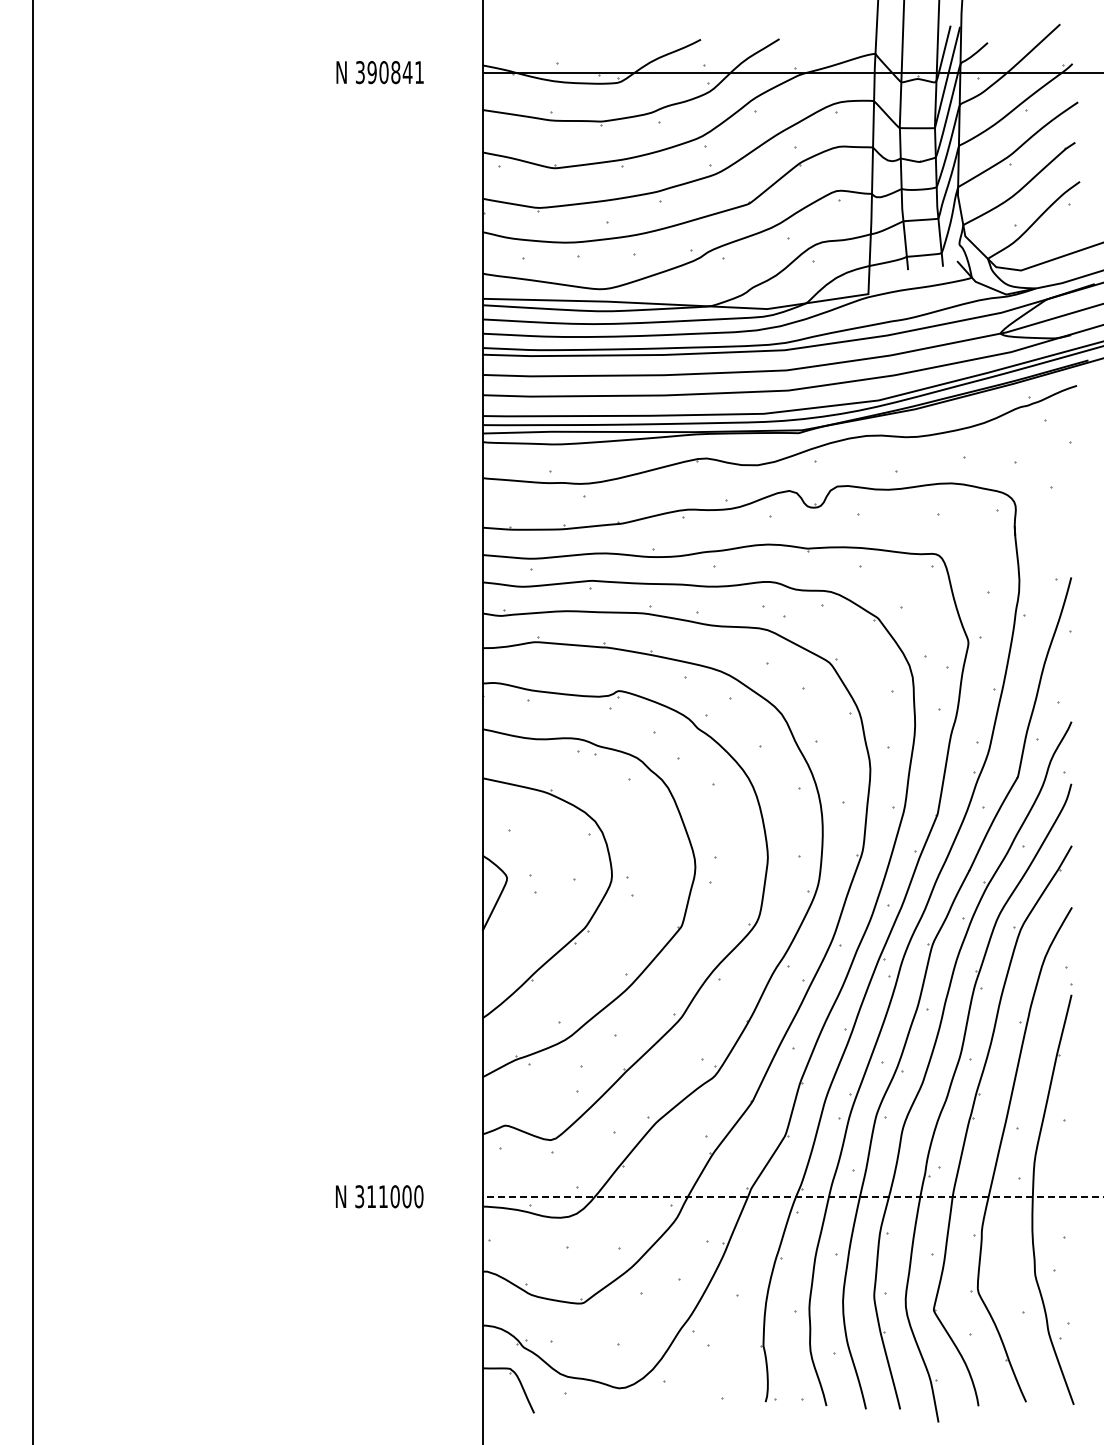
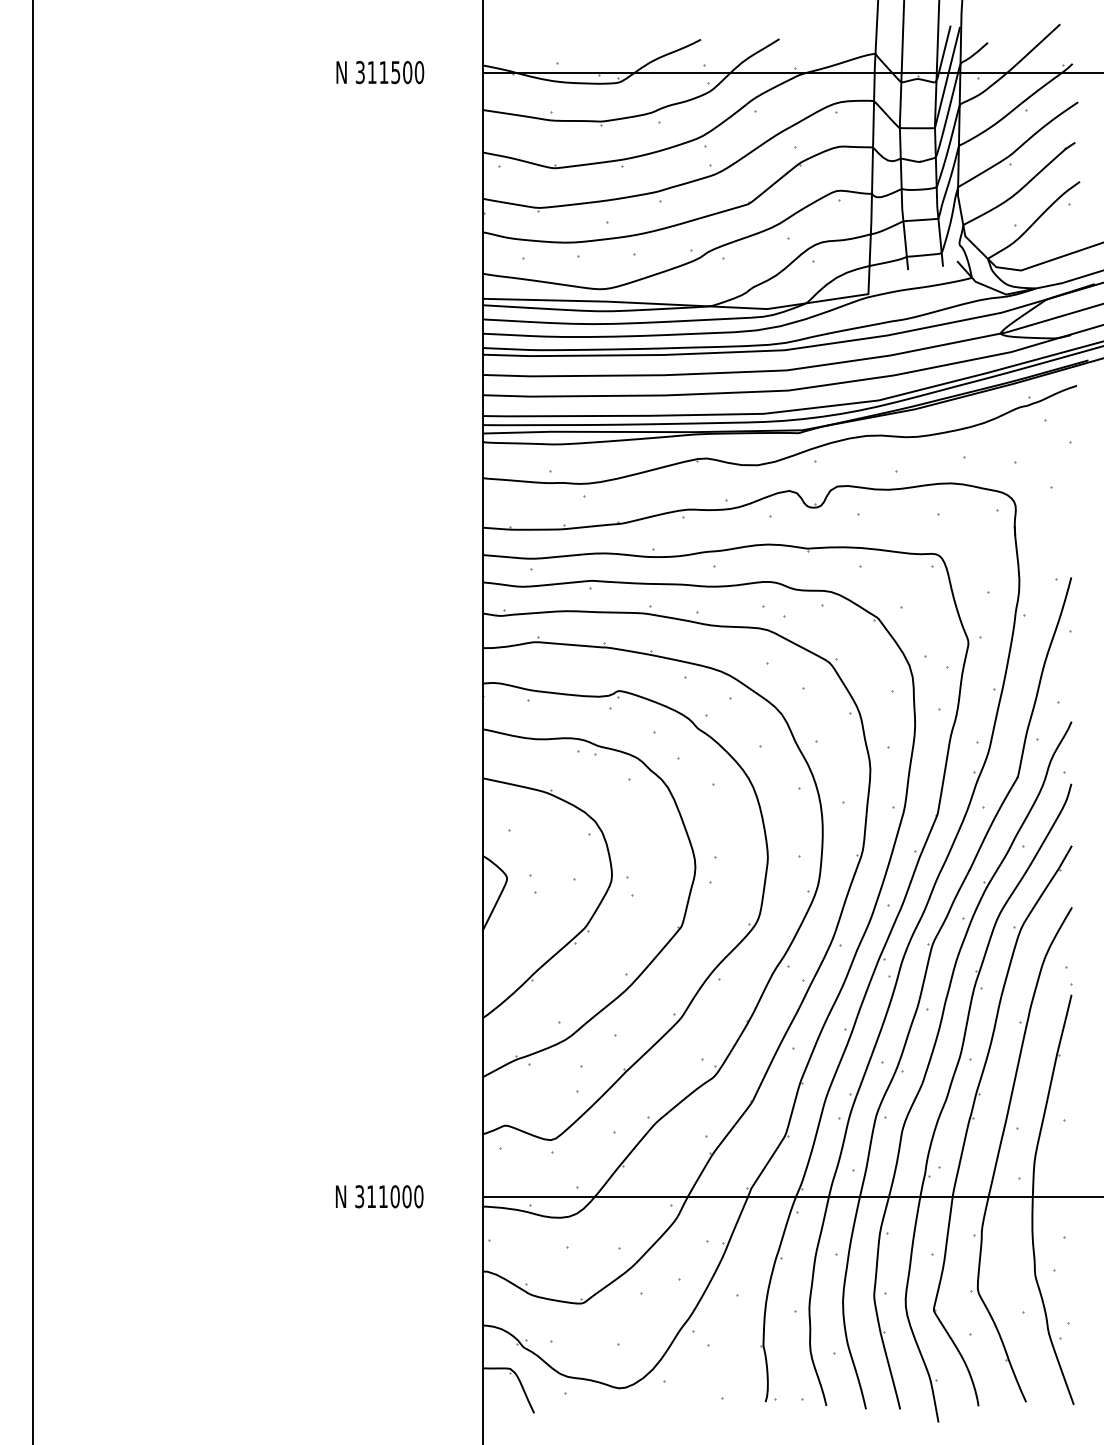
text at (395, 72): 390841 -> 311500
line at (792, 1196): dashed -> solid
